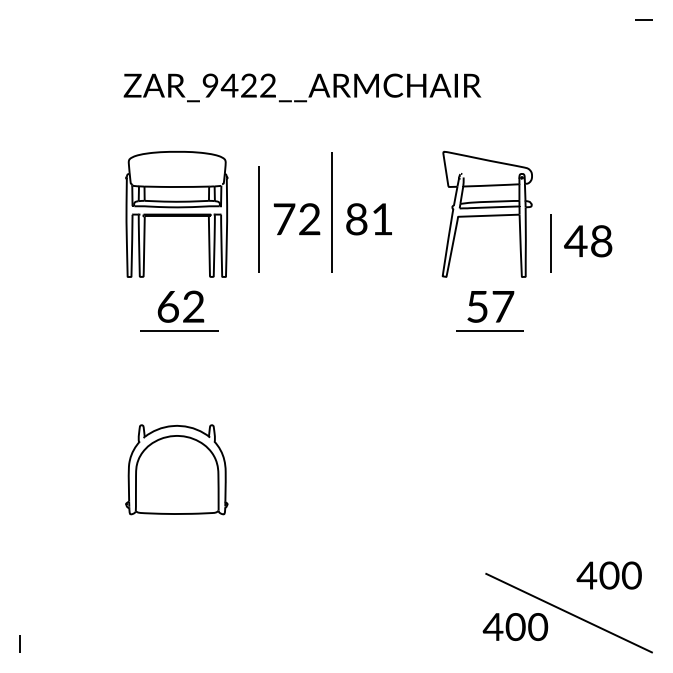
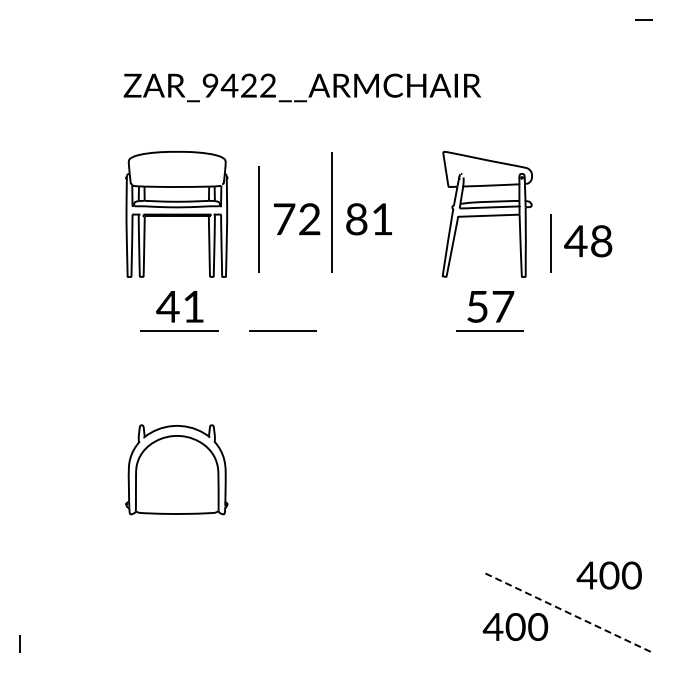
text at (180, 306): 62 -> 41
line at (282, 330): none -> present
line at (569, 613): solid -> dashed
